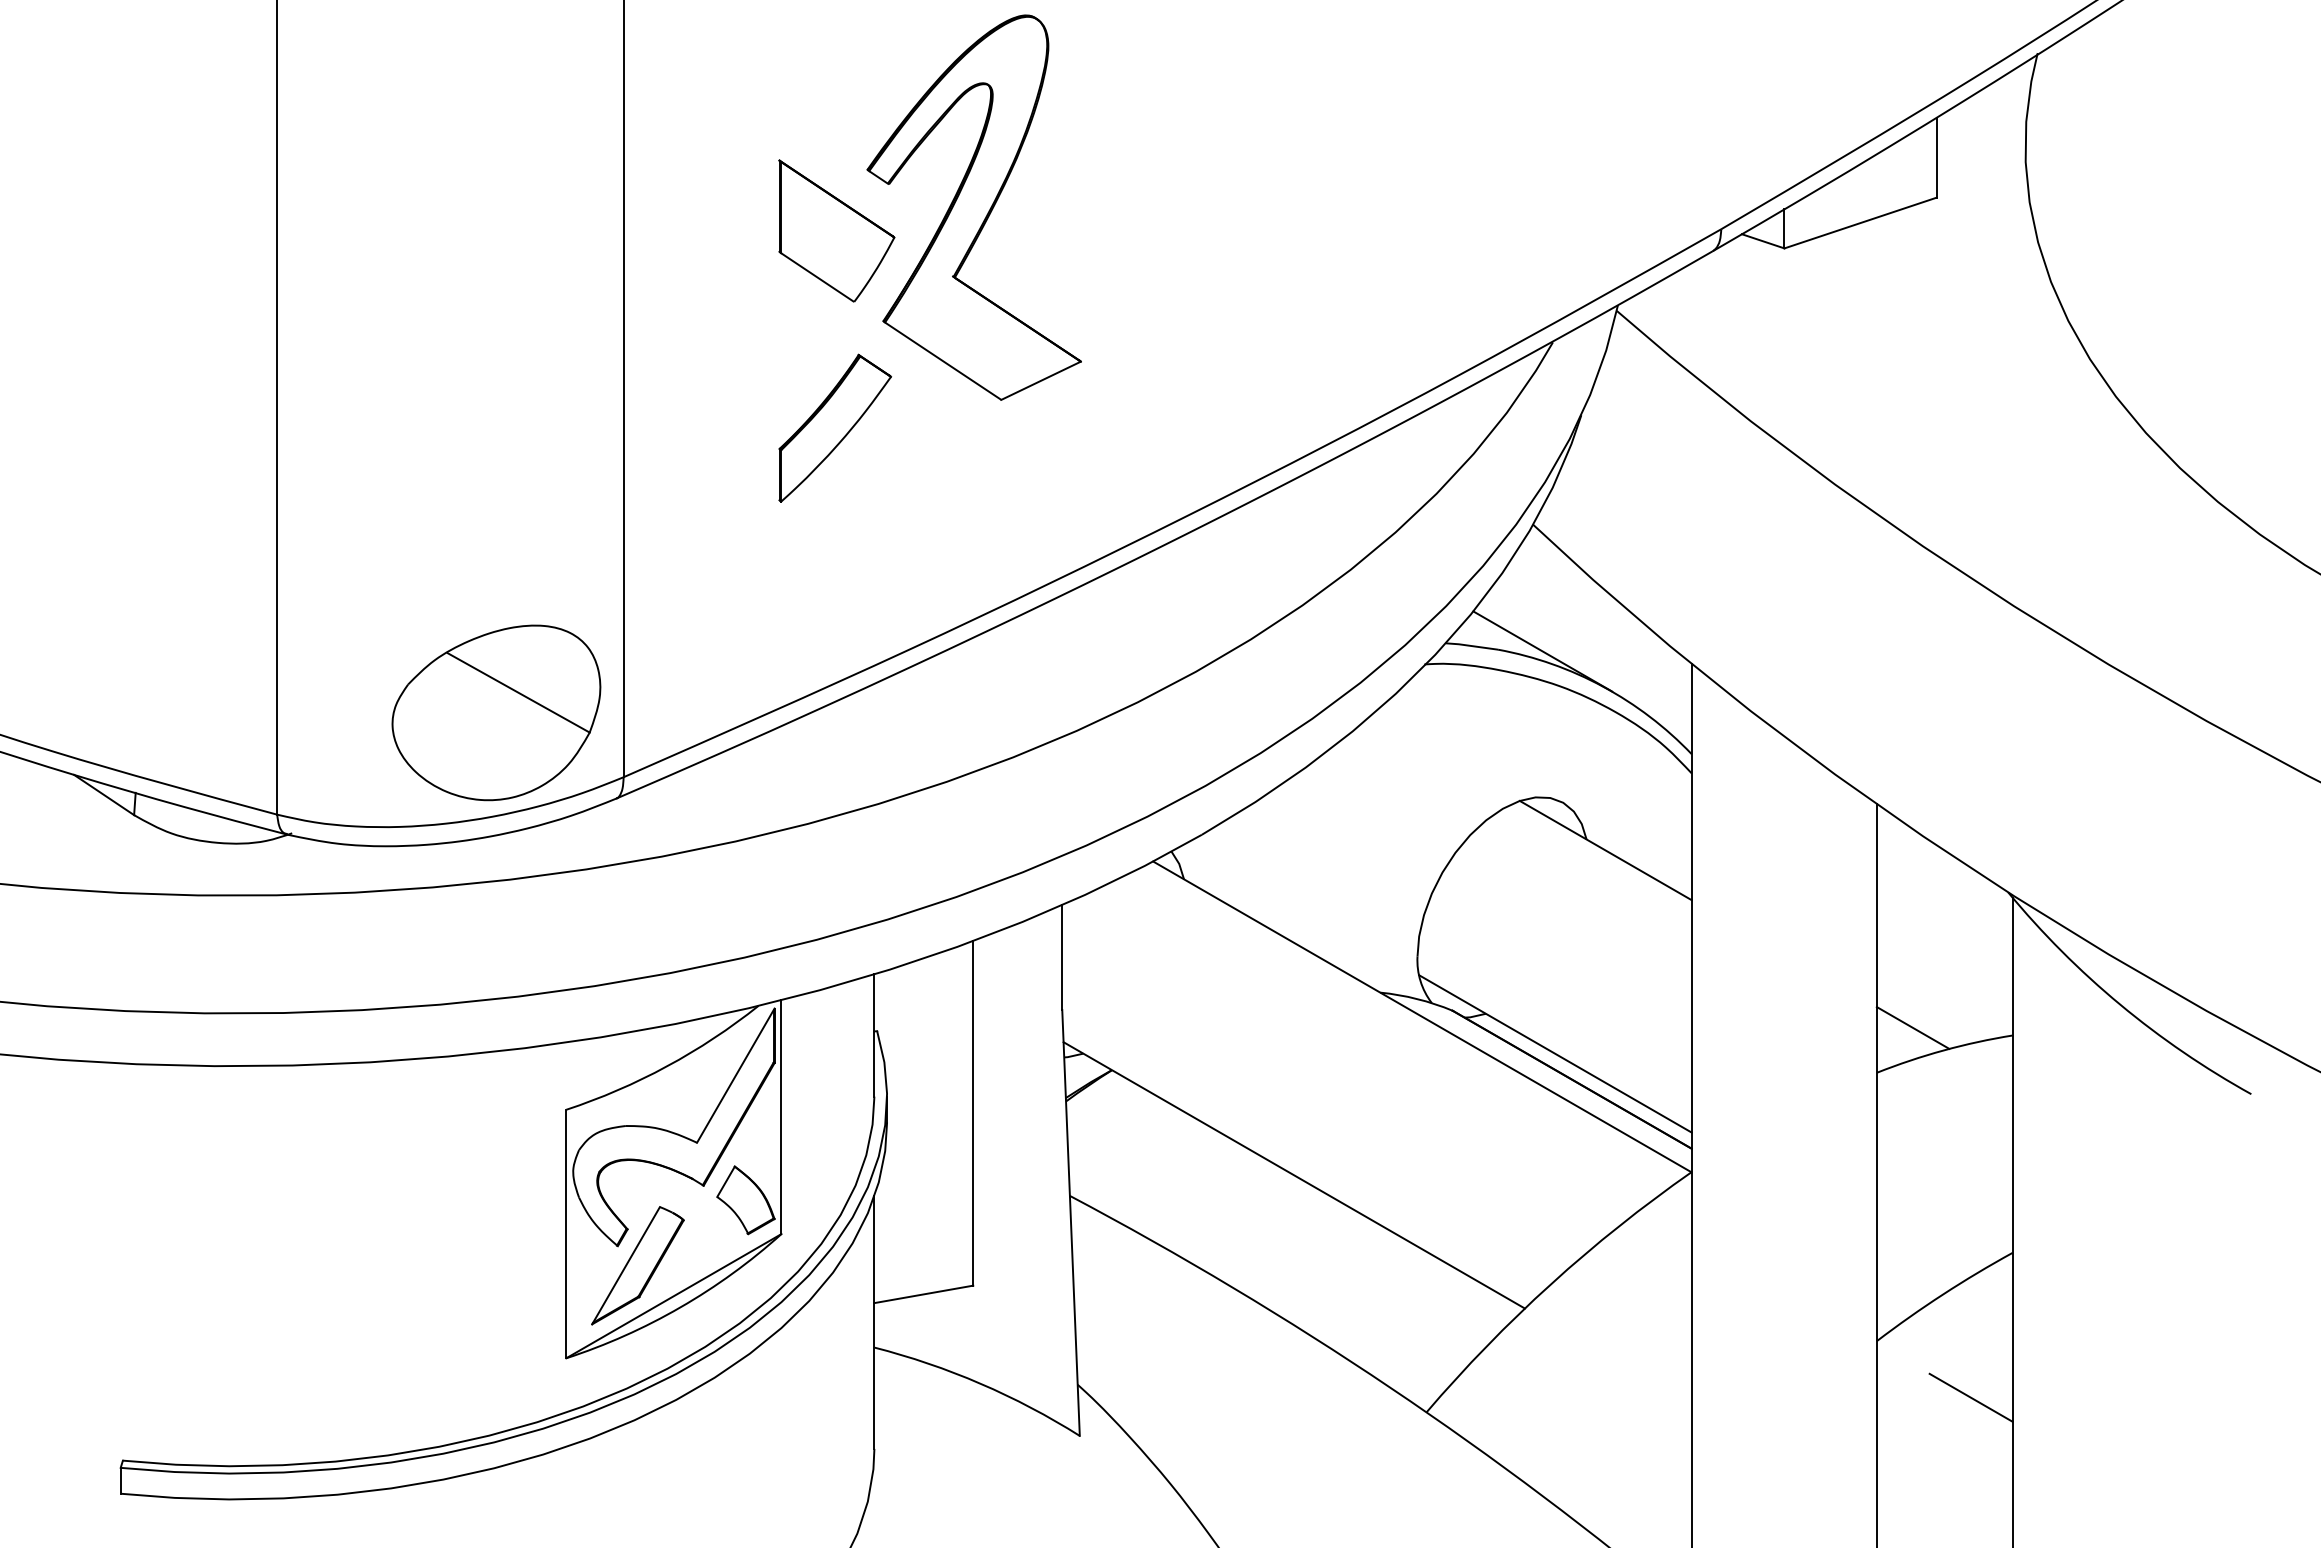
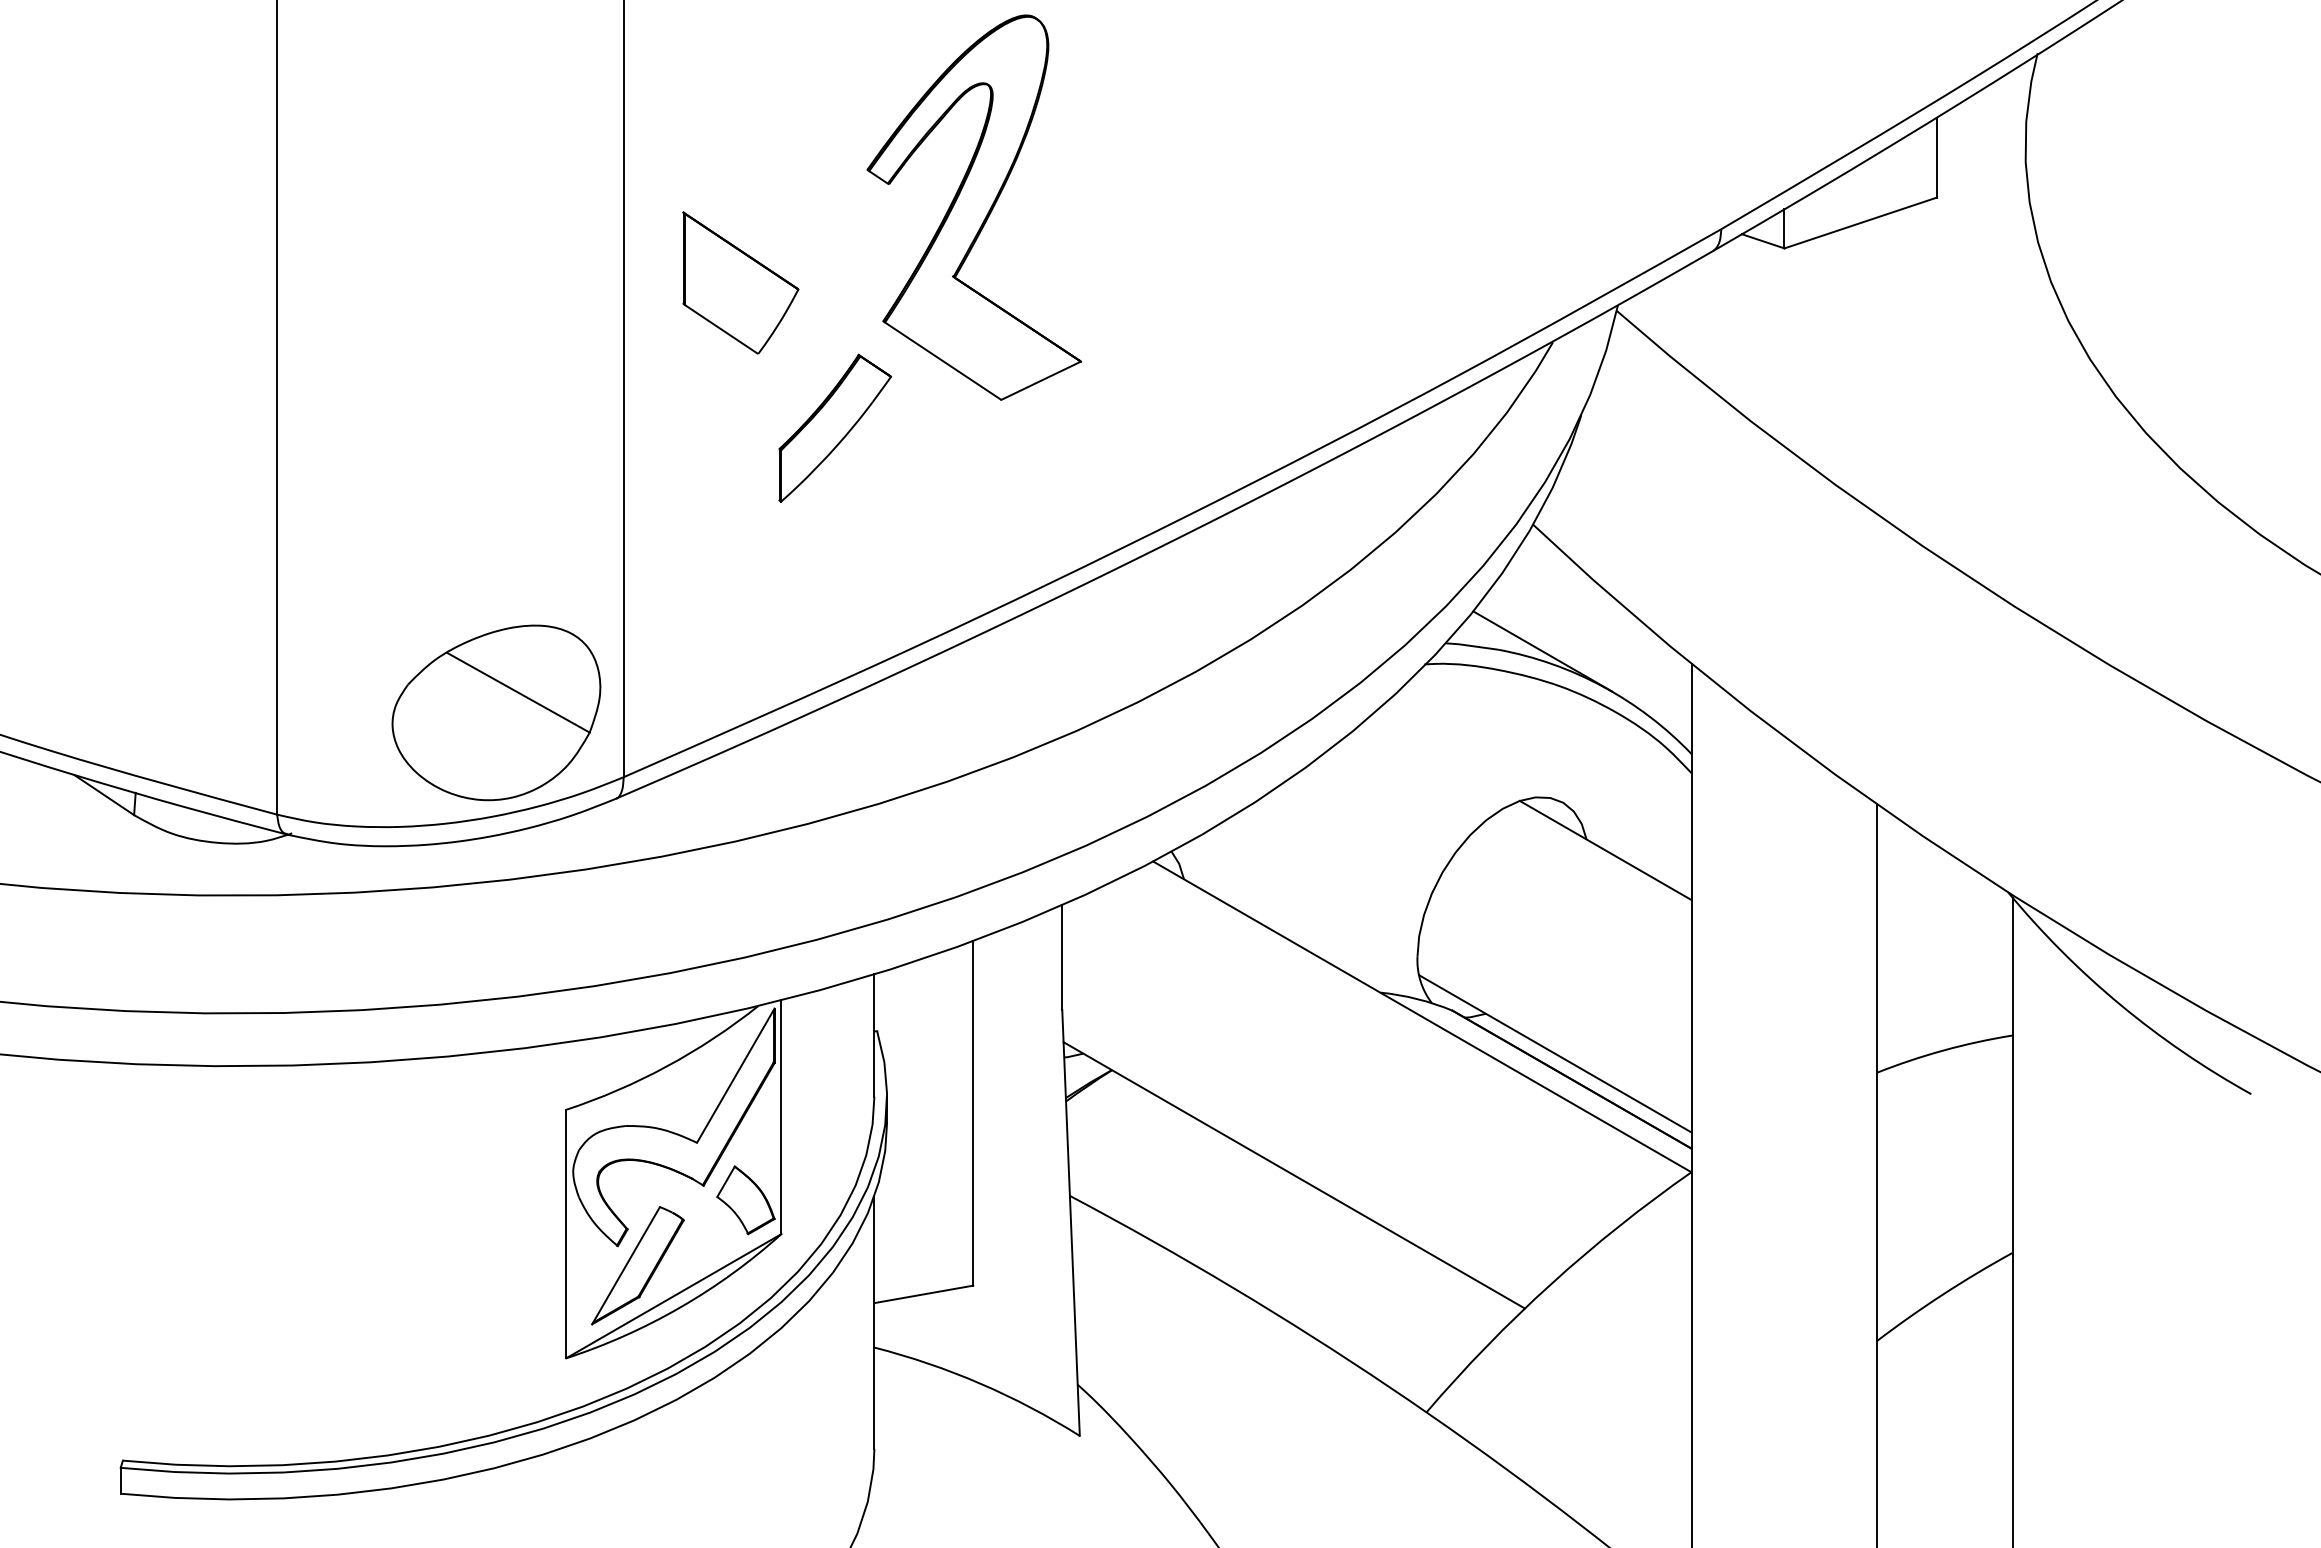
part at (836, 230) position: (836, 230) -> (740, 282)
line at (1912, 1027): present -> none
line at (1970, 1397): present -> none
